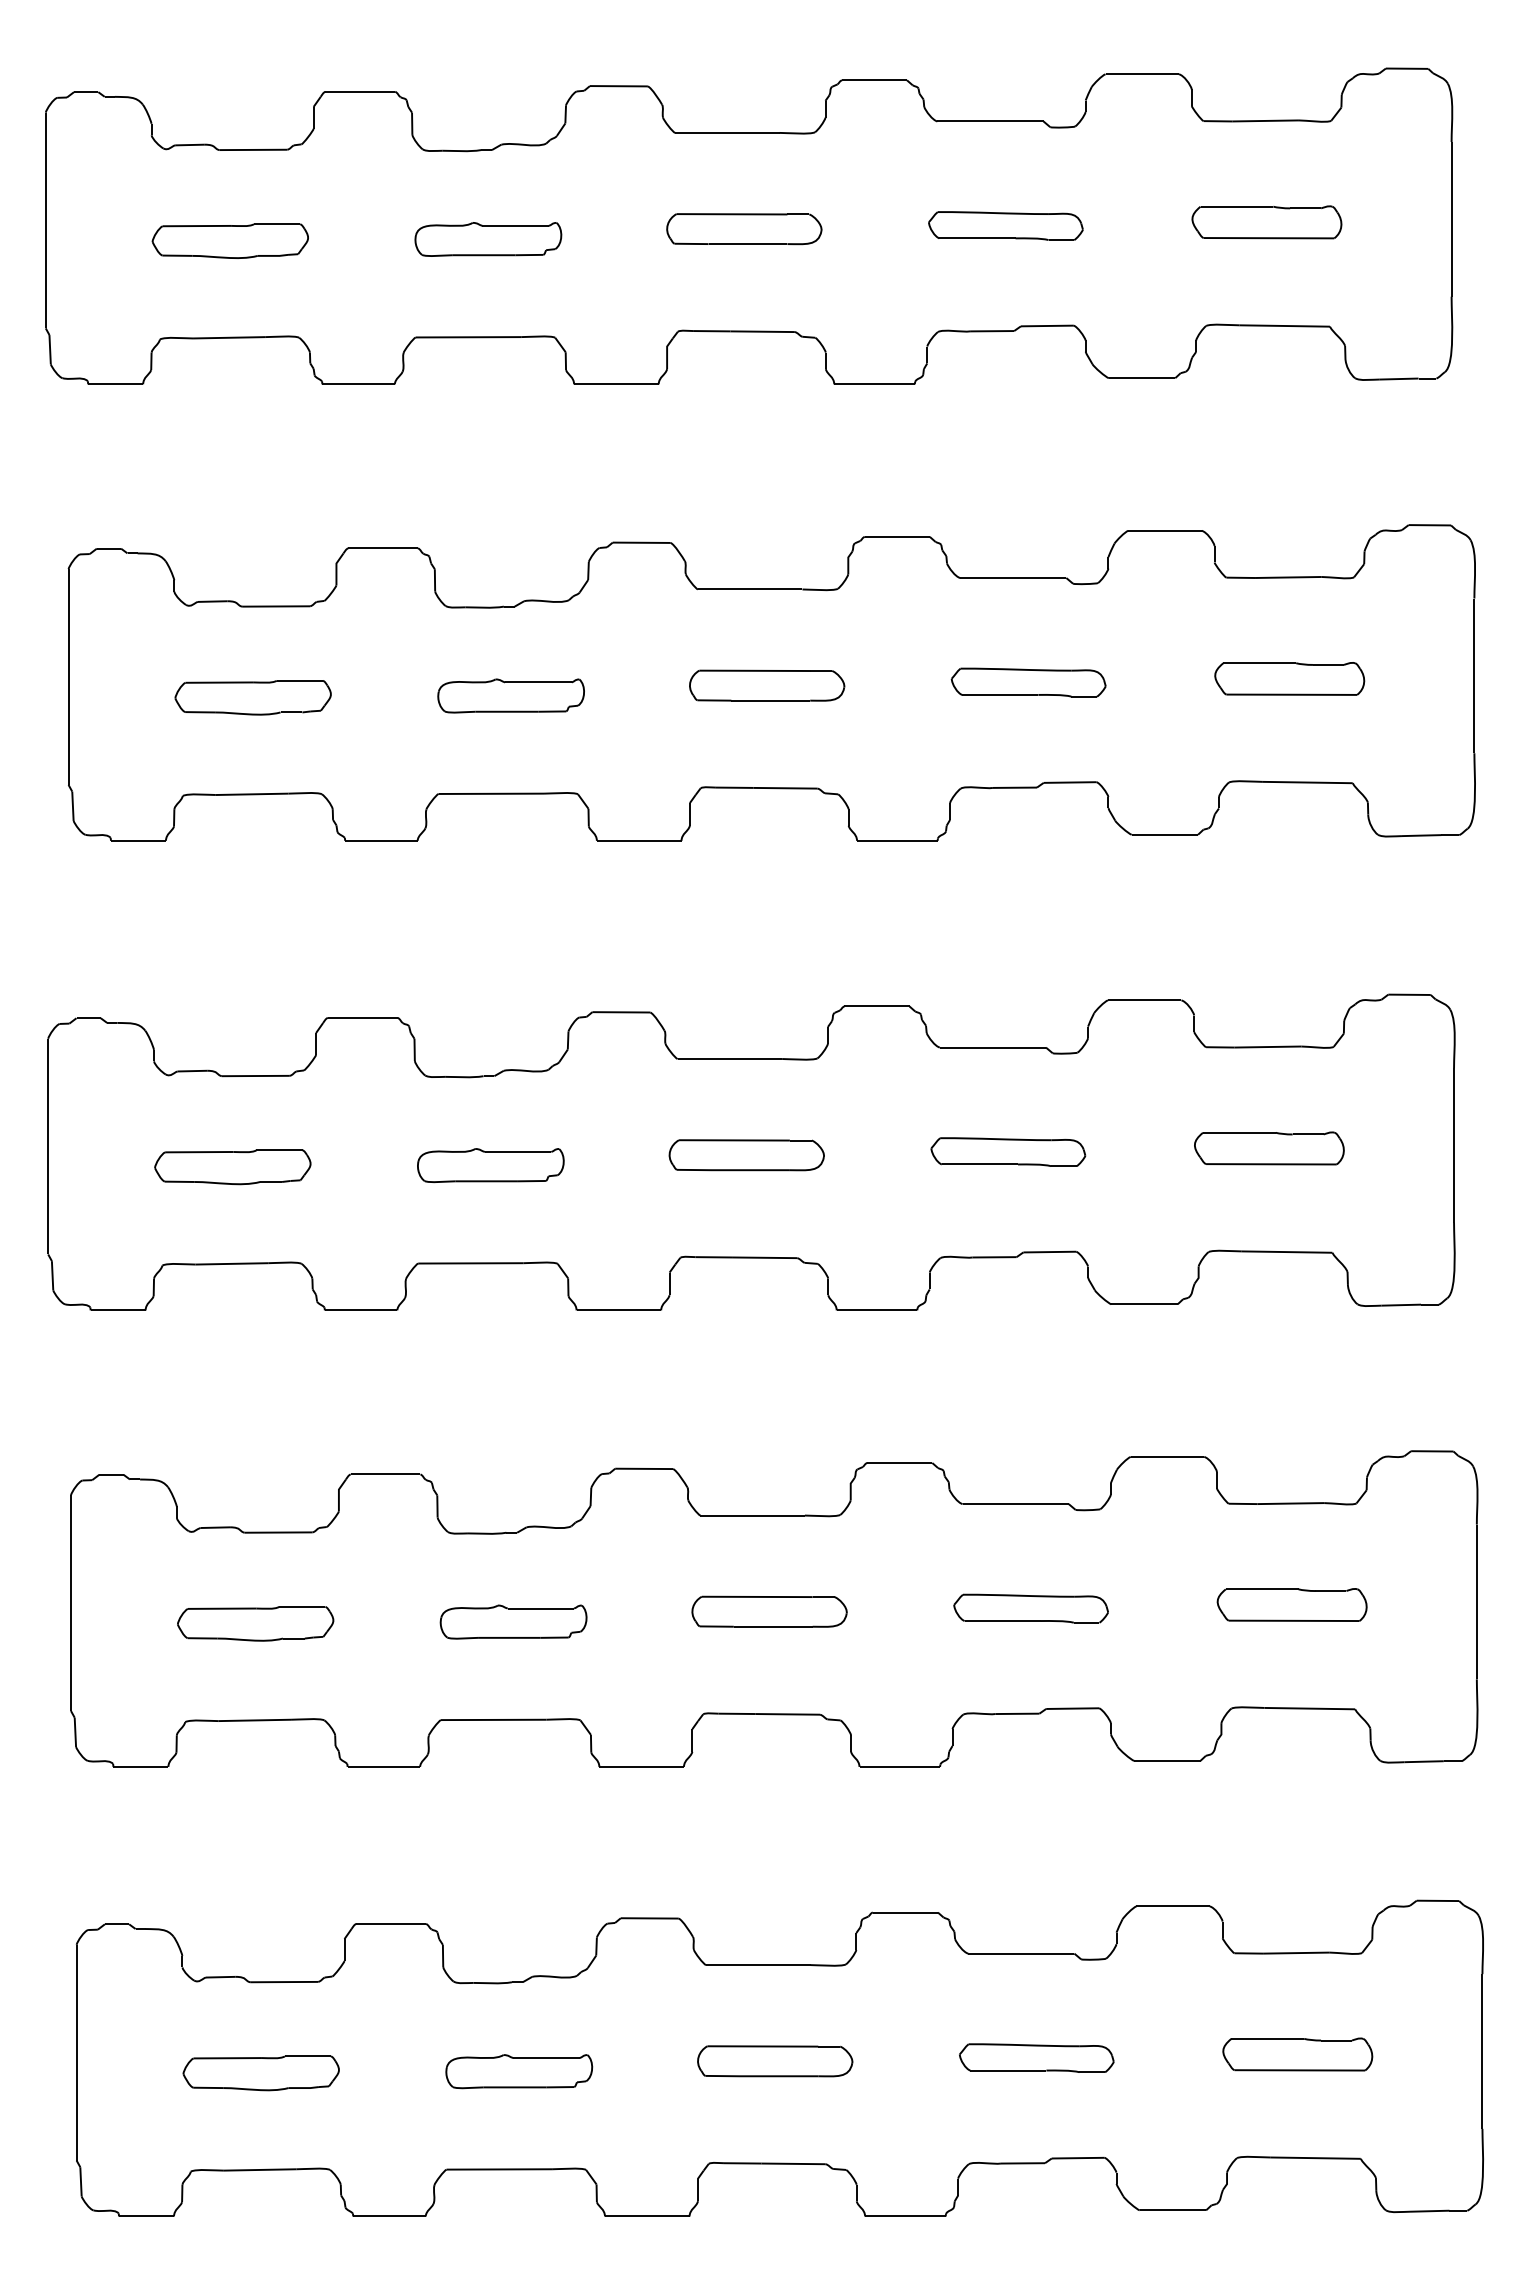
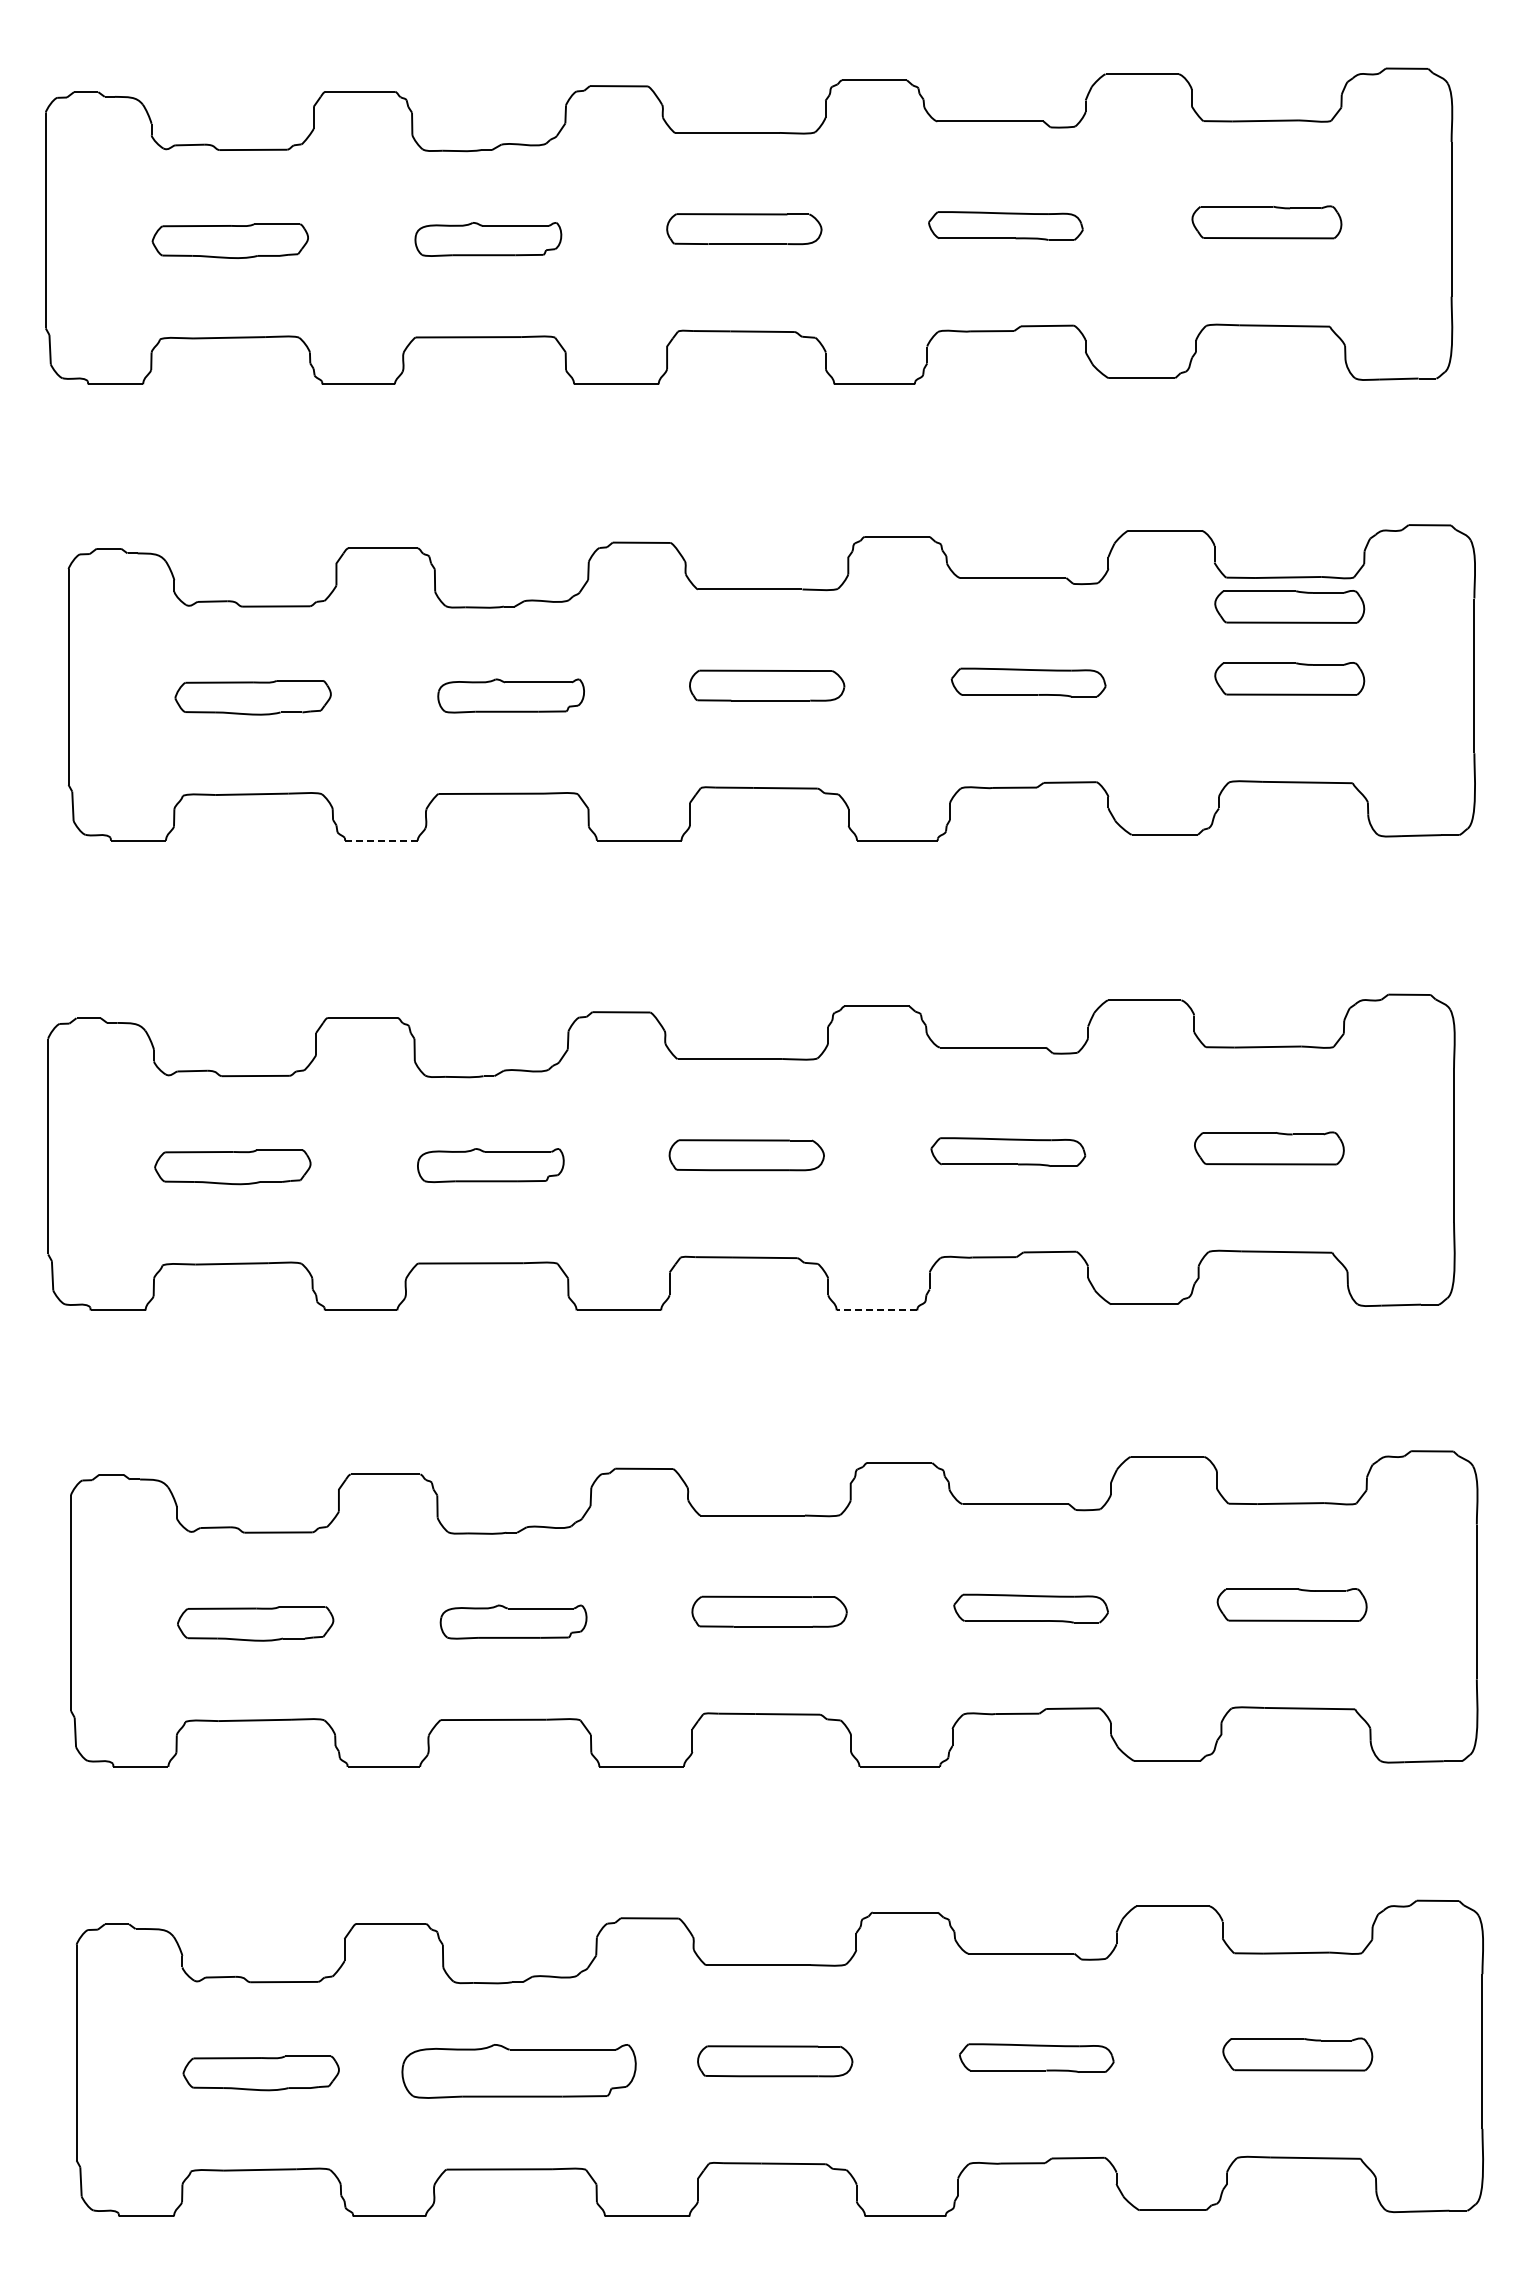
part at (1289, 606): none -> present
line at (380, 840): solid -> dashed
line at (876, 1310): solid -> dashed
part at (519, 2071) size: 149x36 px -> 236x55 px
